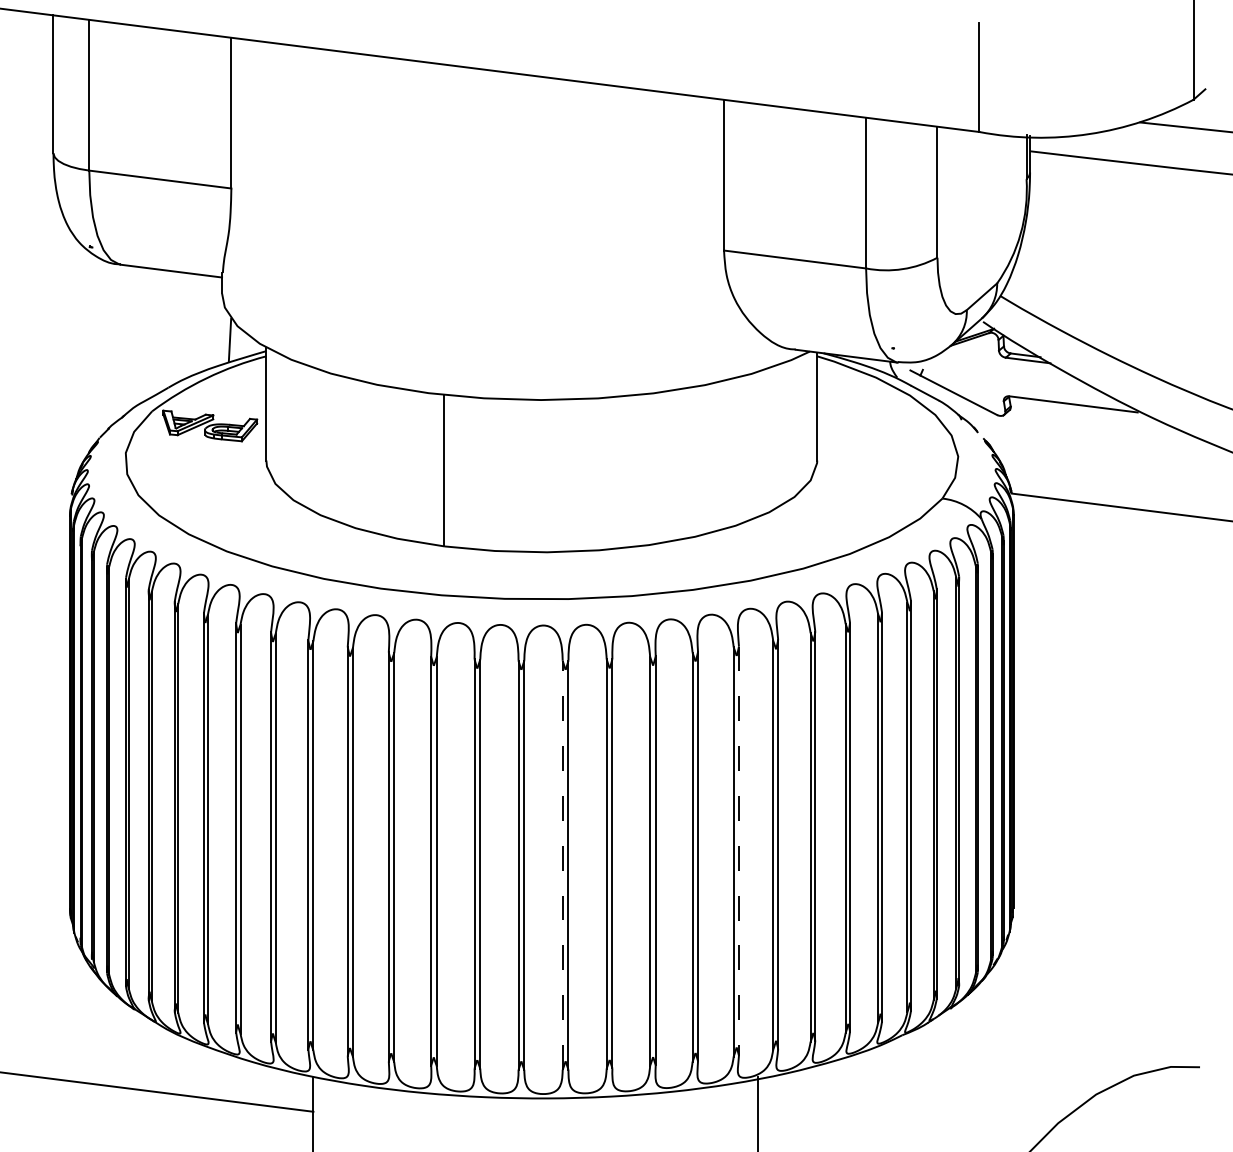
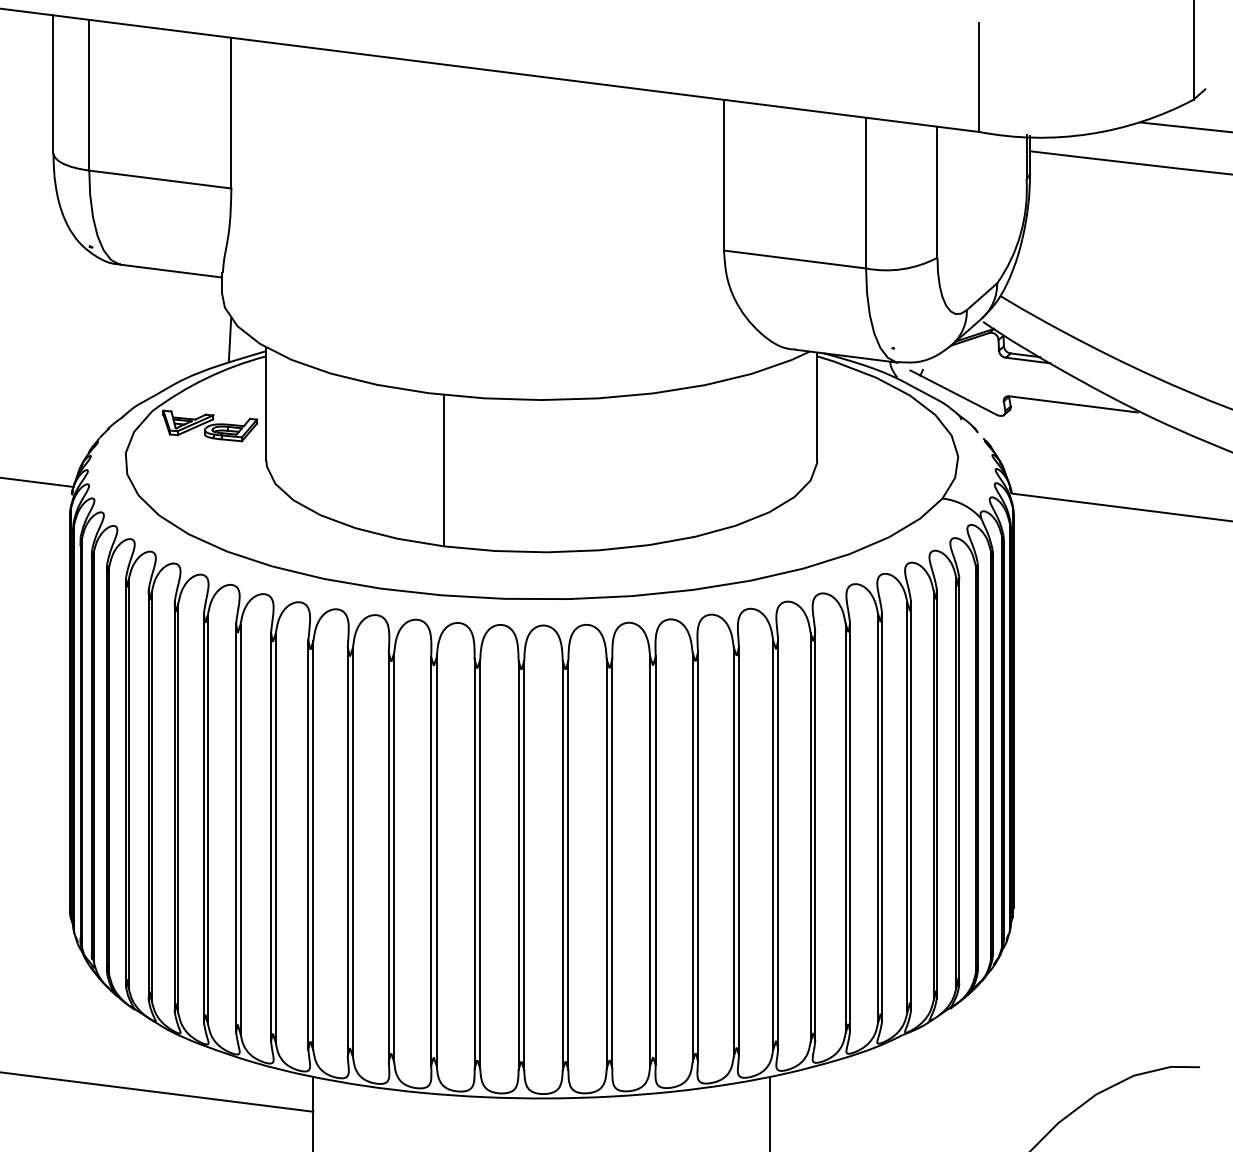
line at (37, 482): none -> present
line at (738, 851): dashed -> solid
line at (562, 865): dashed -> solid
line at (758, 1112) position: (758, 1112) -> (770, 1112)
